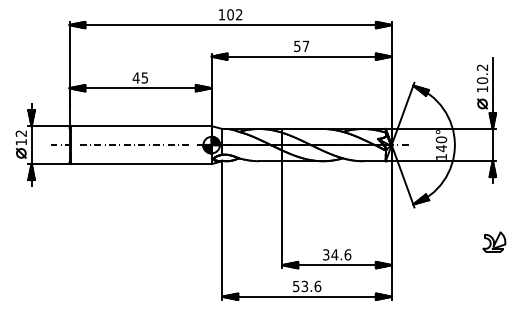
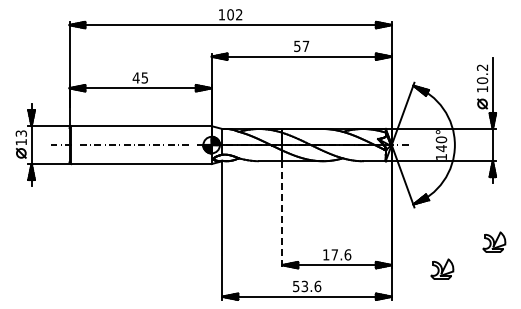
text at (21, 133): 12 -> 13
line at (282, 214): solid -> dashed
text at (330, 254): 34.6 -> 17.6
part at (442, 268): none -> present
